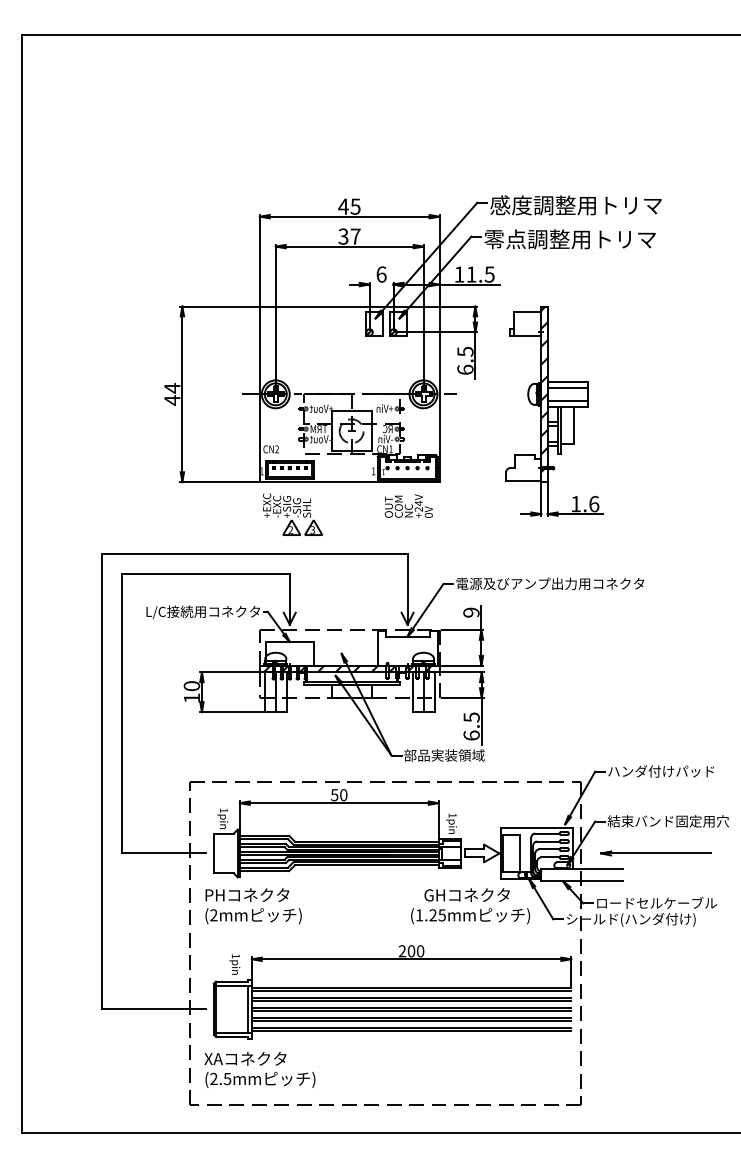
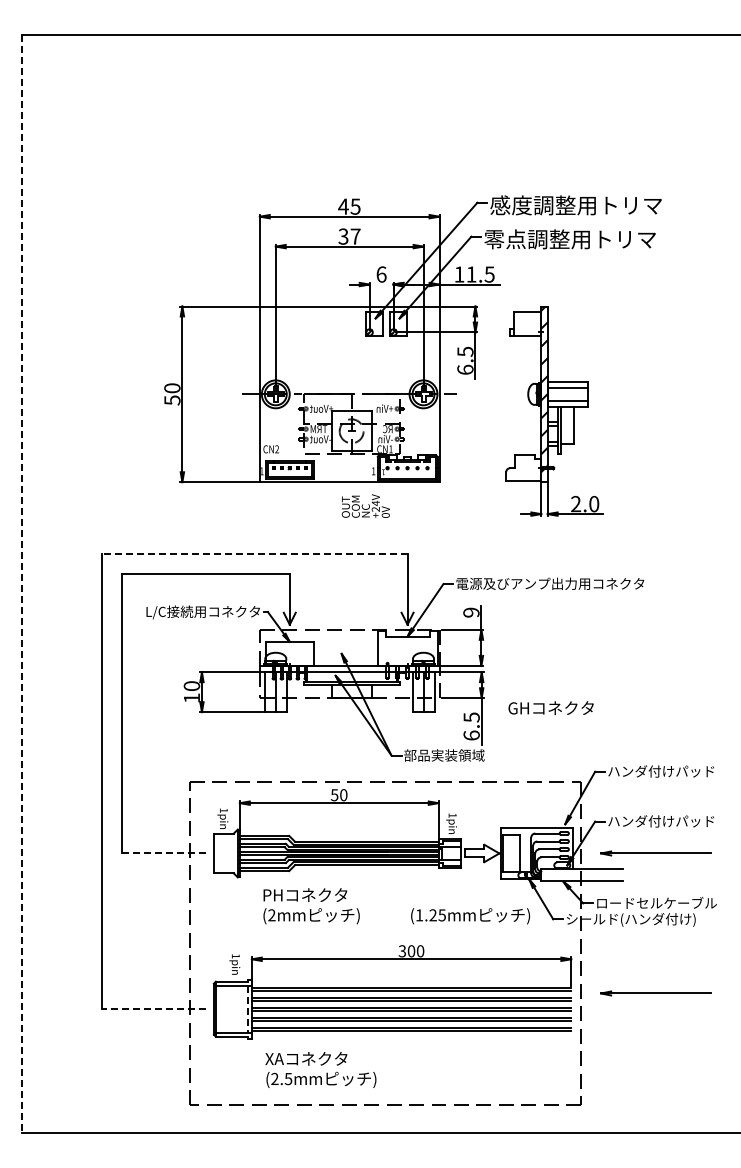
text at (172, 394): 44 -> 50
text at (585, 503): 1.6 -> 2.0
text at (408, 505) position: (408, 505) -> (365, 505)
part at (292, 514): present -> none
line at (254, 554): solid -> dashed
line at (22, 583): solid -> dashed
hatch at (347, 668): present -> none
text at (667, 821): 結束バンド固定用穴 -> ハンダ付けパッド
line at (164, 853): solid -> dashed
text at (466, 894) position: (466, 894) -> (550, 707)
text at (253, 906) position: (253, 906) -> (311, 906)
text at (402, 951): 200 -> 300
part at (655, 993): none -> present
line at (154, 1009): solid -> dashed
line at (247, 1009): solid -> dashed
text at (259, 1069) position: (259, 1069) -> (320, 1069)
